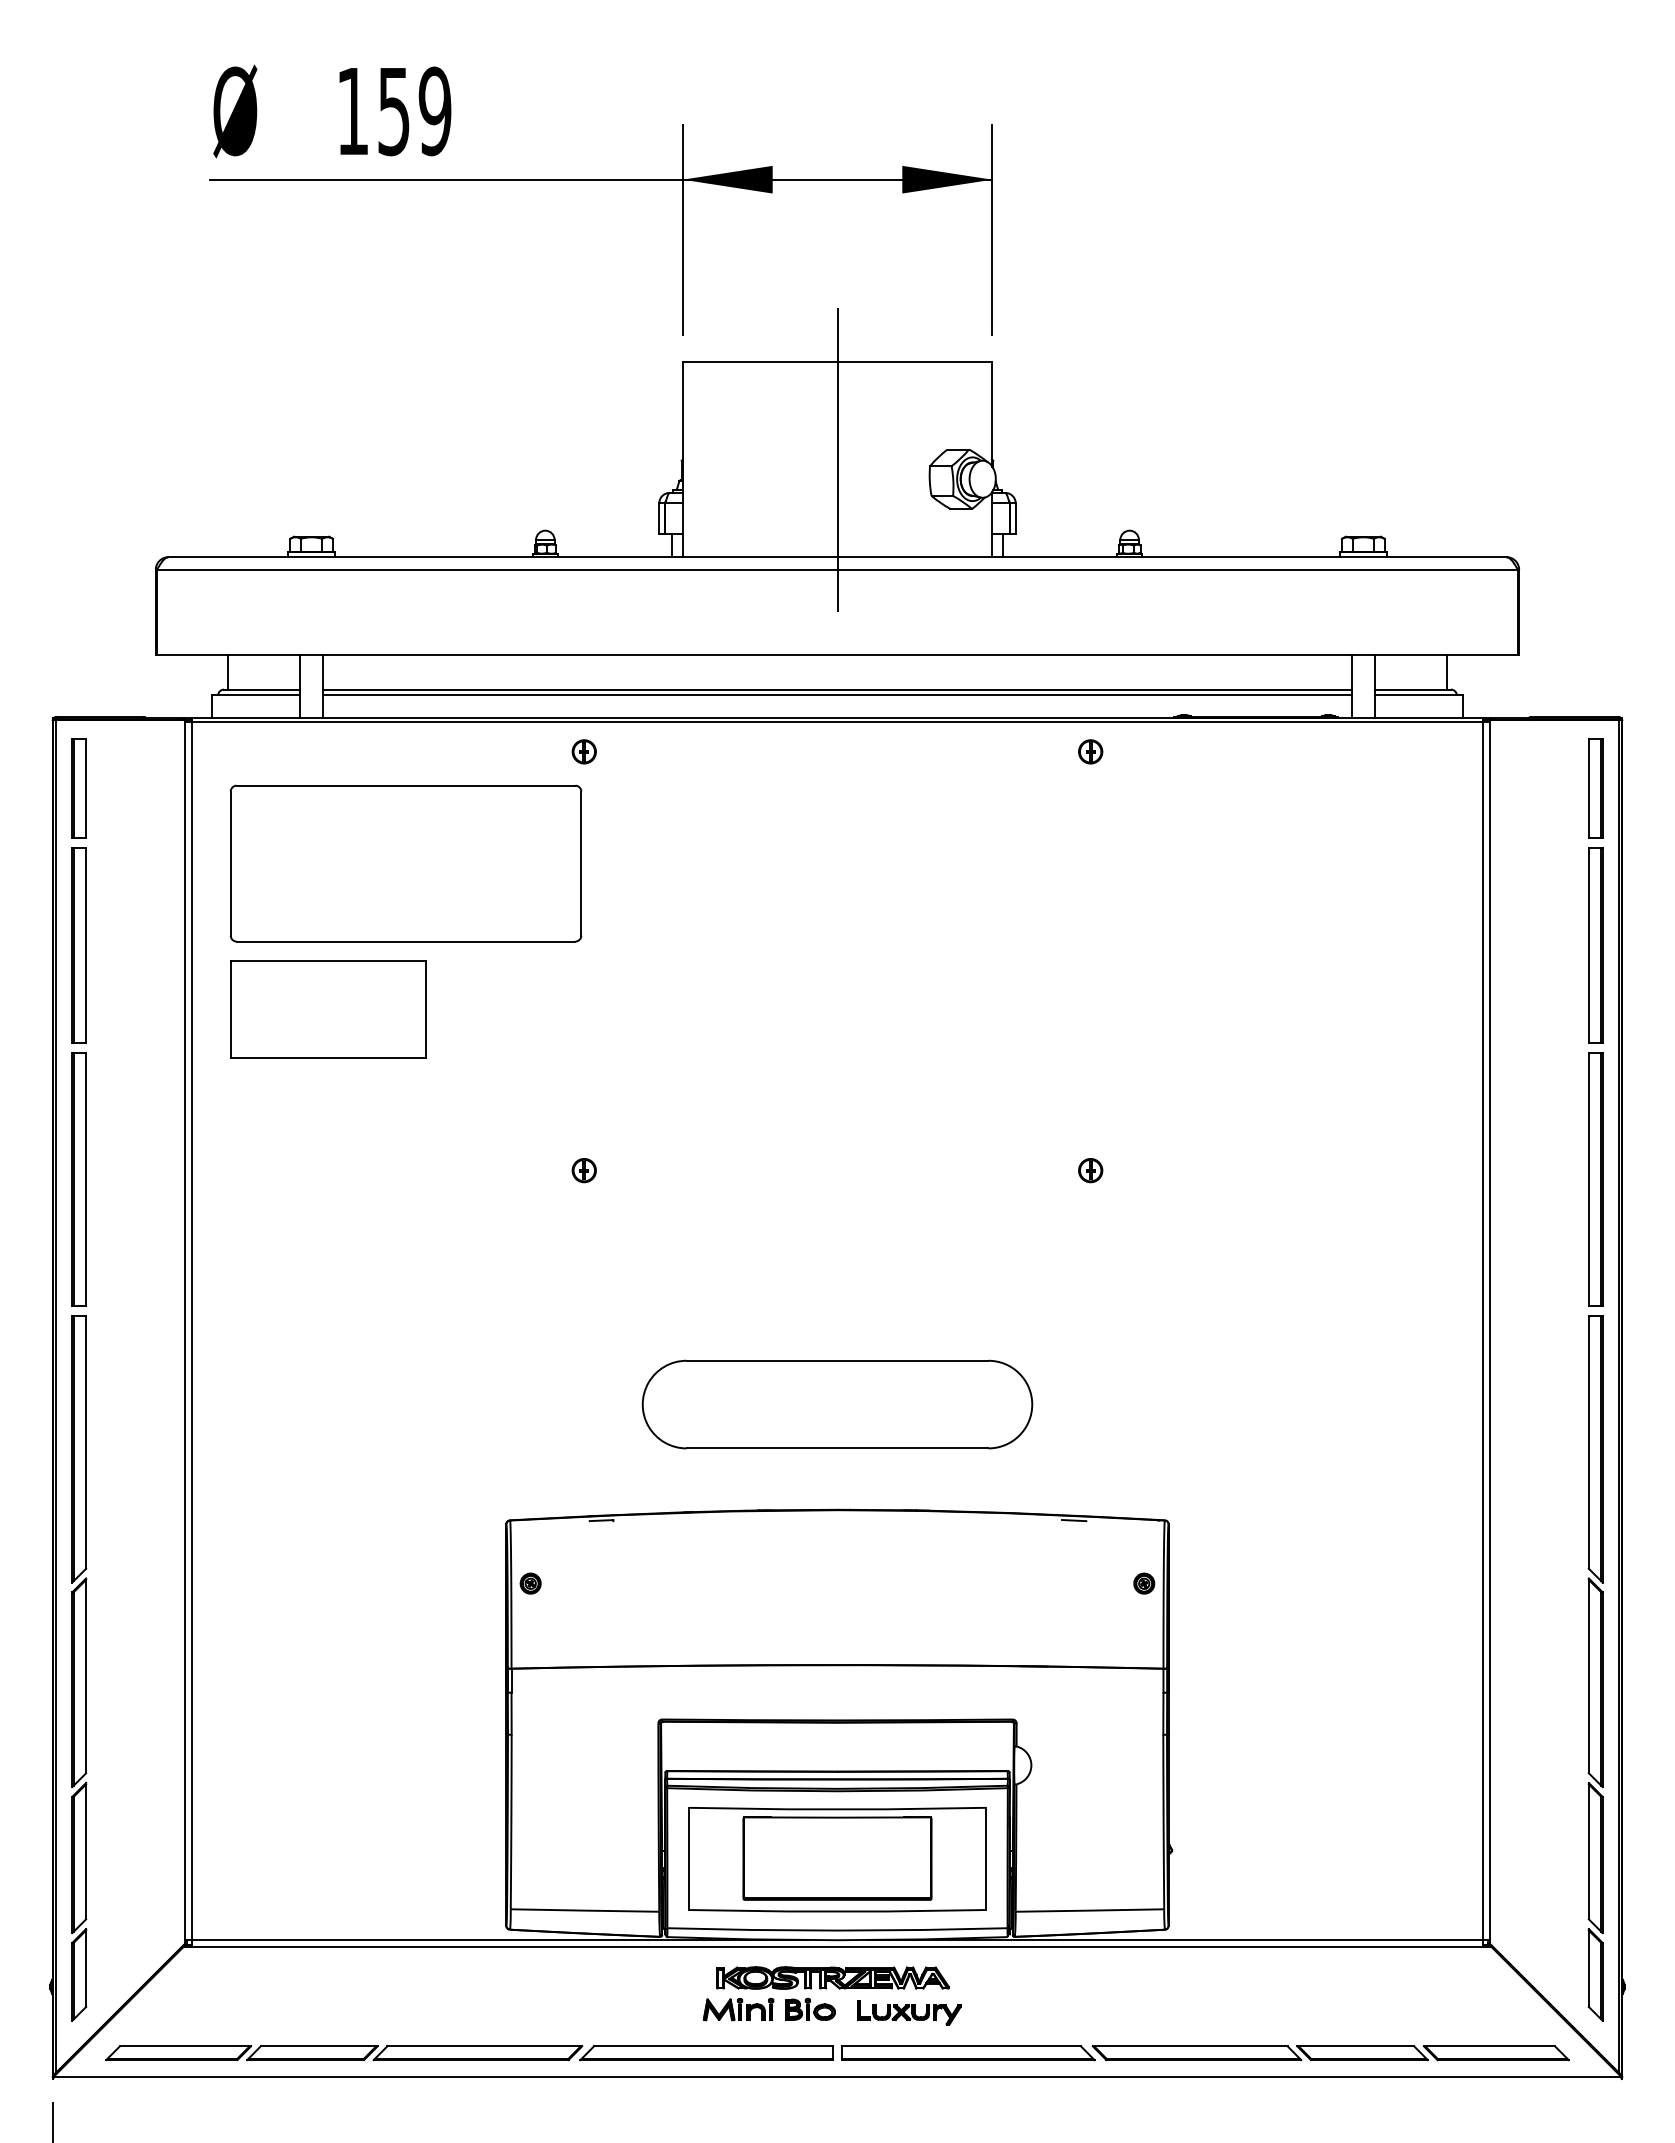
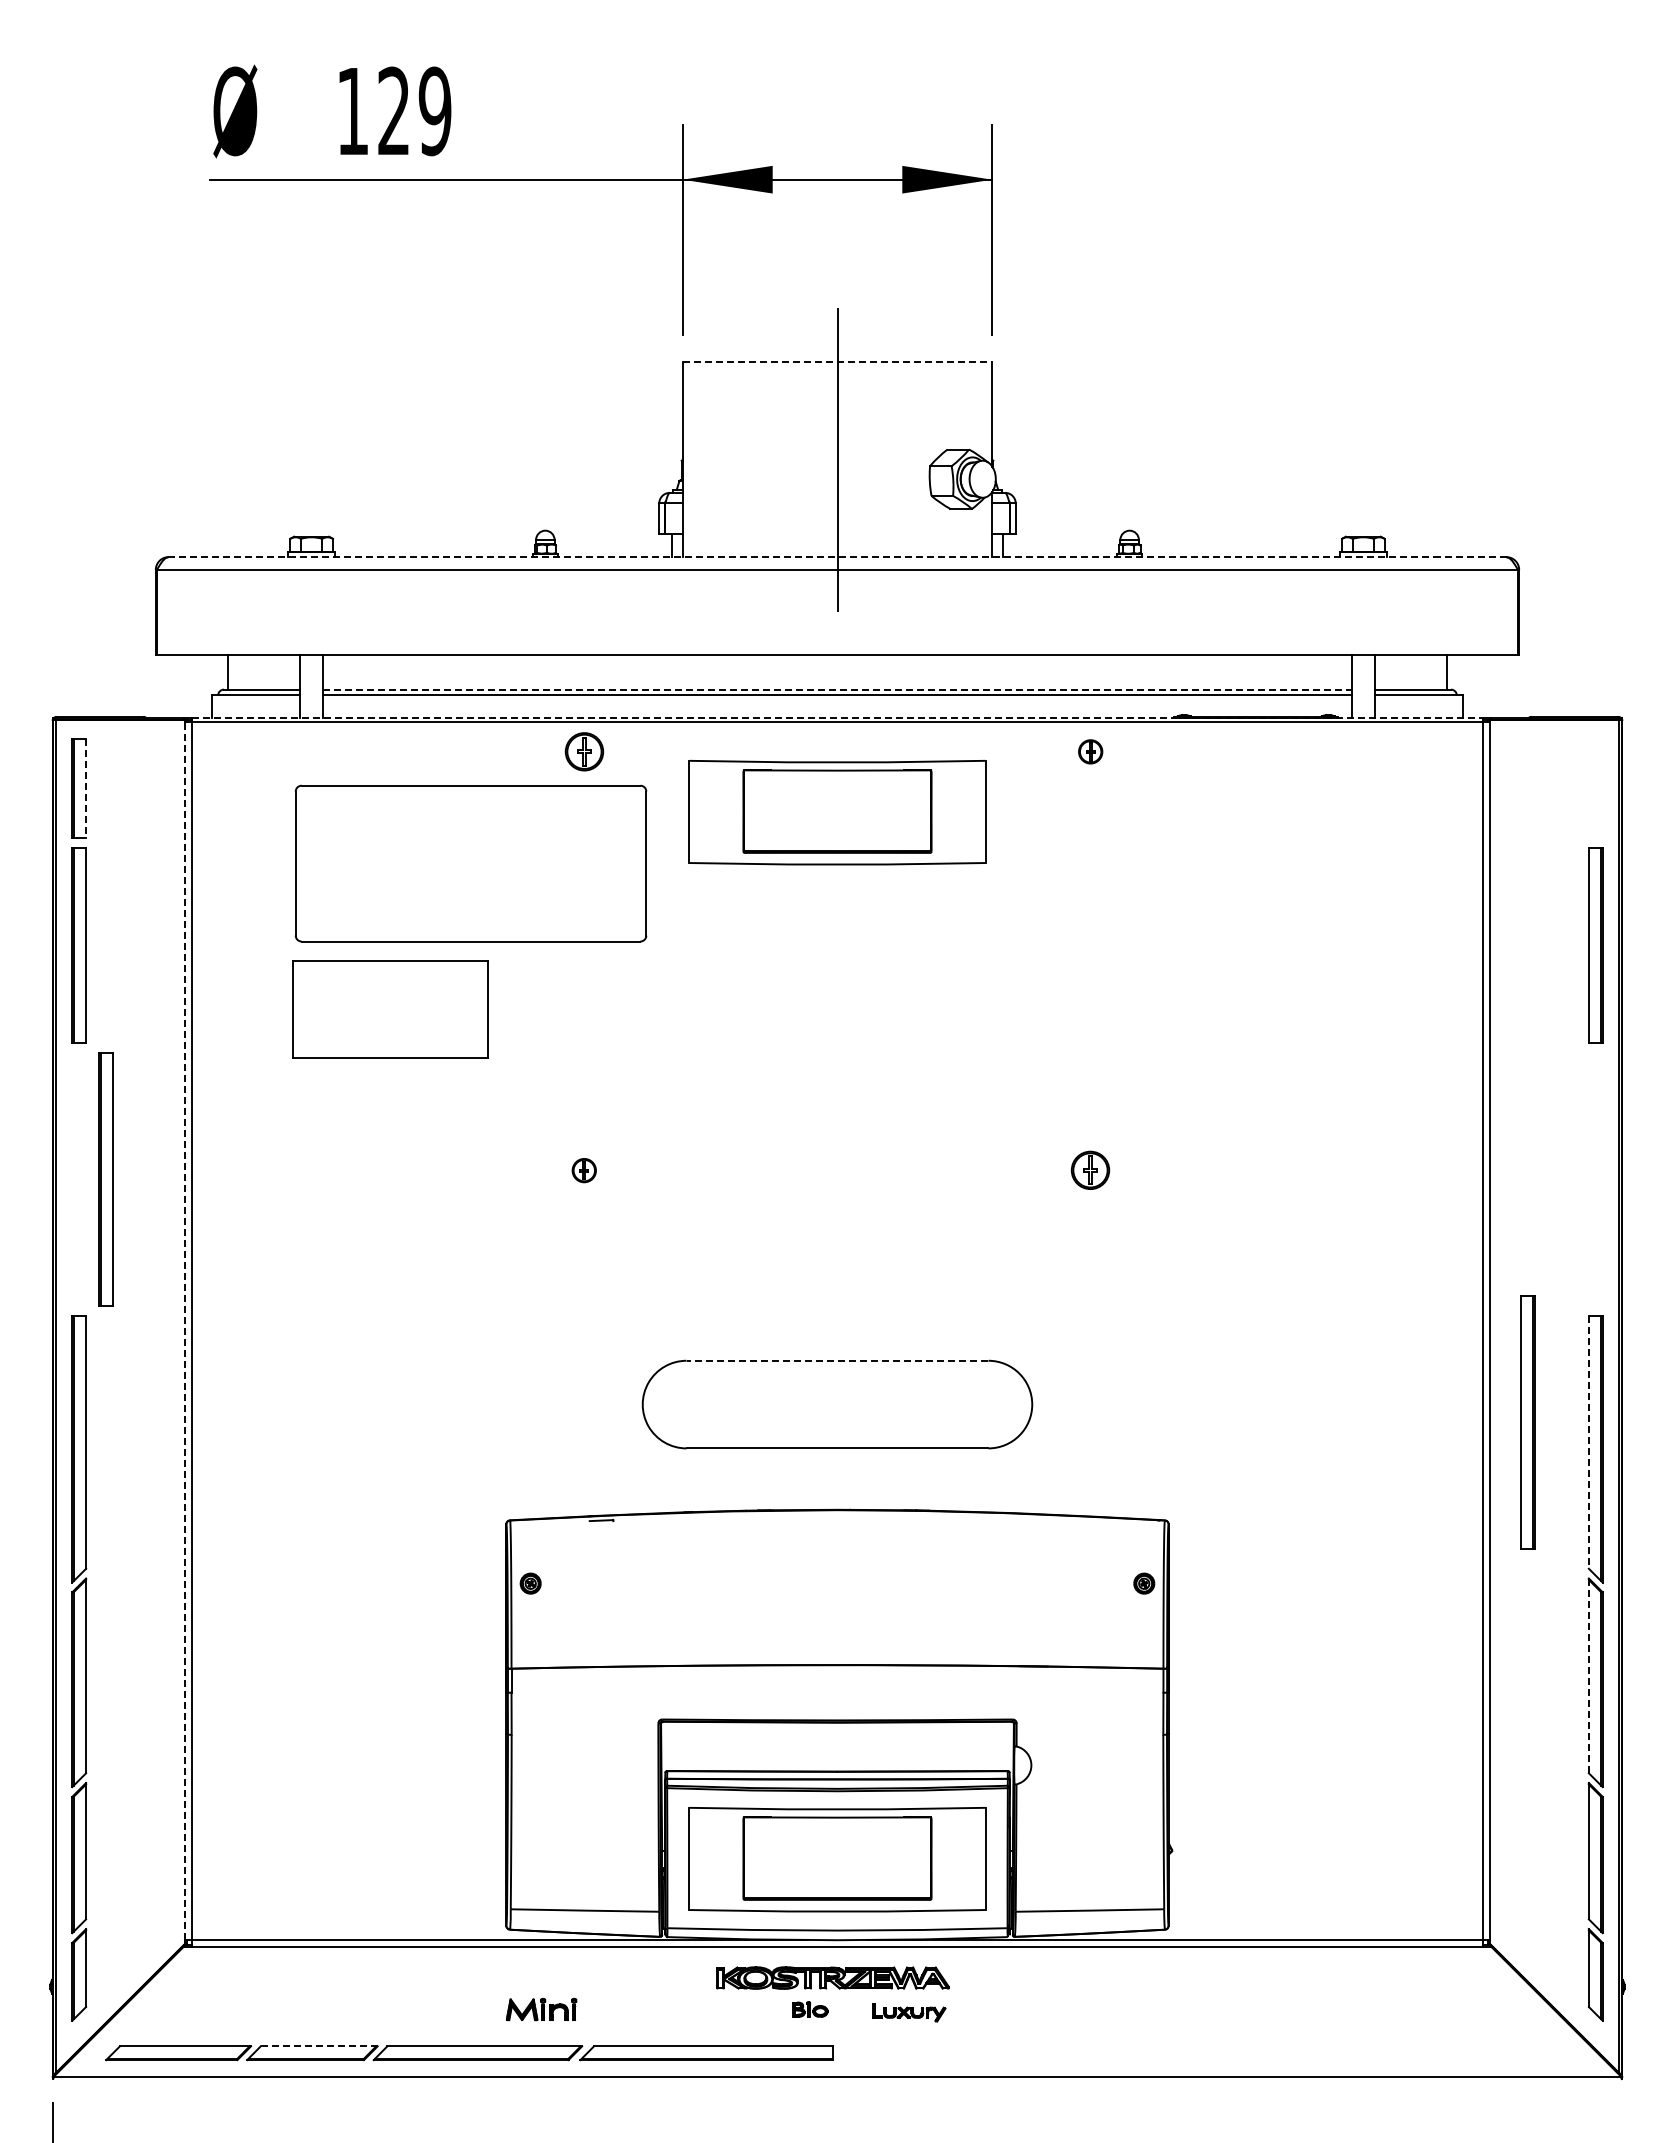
text at (393, 111): 159 -> 129
line at (837, 362): solid -> dashed
line at (837, 557): solid -> dashed
line at (837, 689): solid -> dashed
line at (837, 717): solid -> dashed
part at (583, 751) size: 26x26 px -> 41x40 px
line at (86, 788): solid -> dashed
part at (1595, 788): present -> none
part at (837, 812): none -> present
part at (405, 863) position: (405, 863) -> (470, 863)
part at (328, 1009) position: (328, 1009) -> (390, 1009)
part at (1090, 1170) size: 26x26 px -> 41x40 px
part at (78, 1179) position: (78, 1179) -> (105, 1179)
part at (1595, 1179) position: (1595, 1179) -> (1527, 1422)
line at (185, 1330): solid -> dashed
line at (837, 1360): solid -> dashed
line at (1588, 1442): solid -> dashed
line at (1073, 1520): present -> none
line at (1588, 1676): solid -> dashed
part at (738, 2009) position: (738, 2009) -> (541, 2009)
part at (810, 2009) size: 51x23 px -> 37x17 px
part at (909, 2012) size: 105x26 px -> 75x20 px
line at (318, 2046): solid -> dashed
part at (1205, 2053): present -> none
